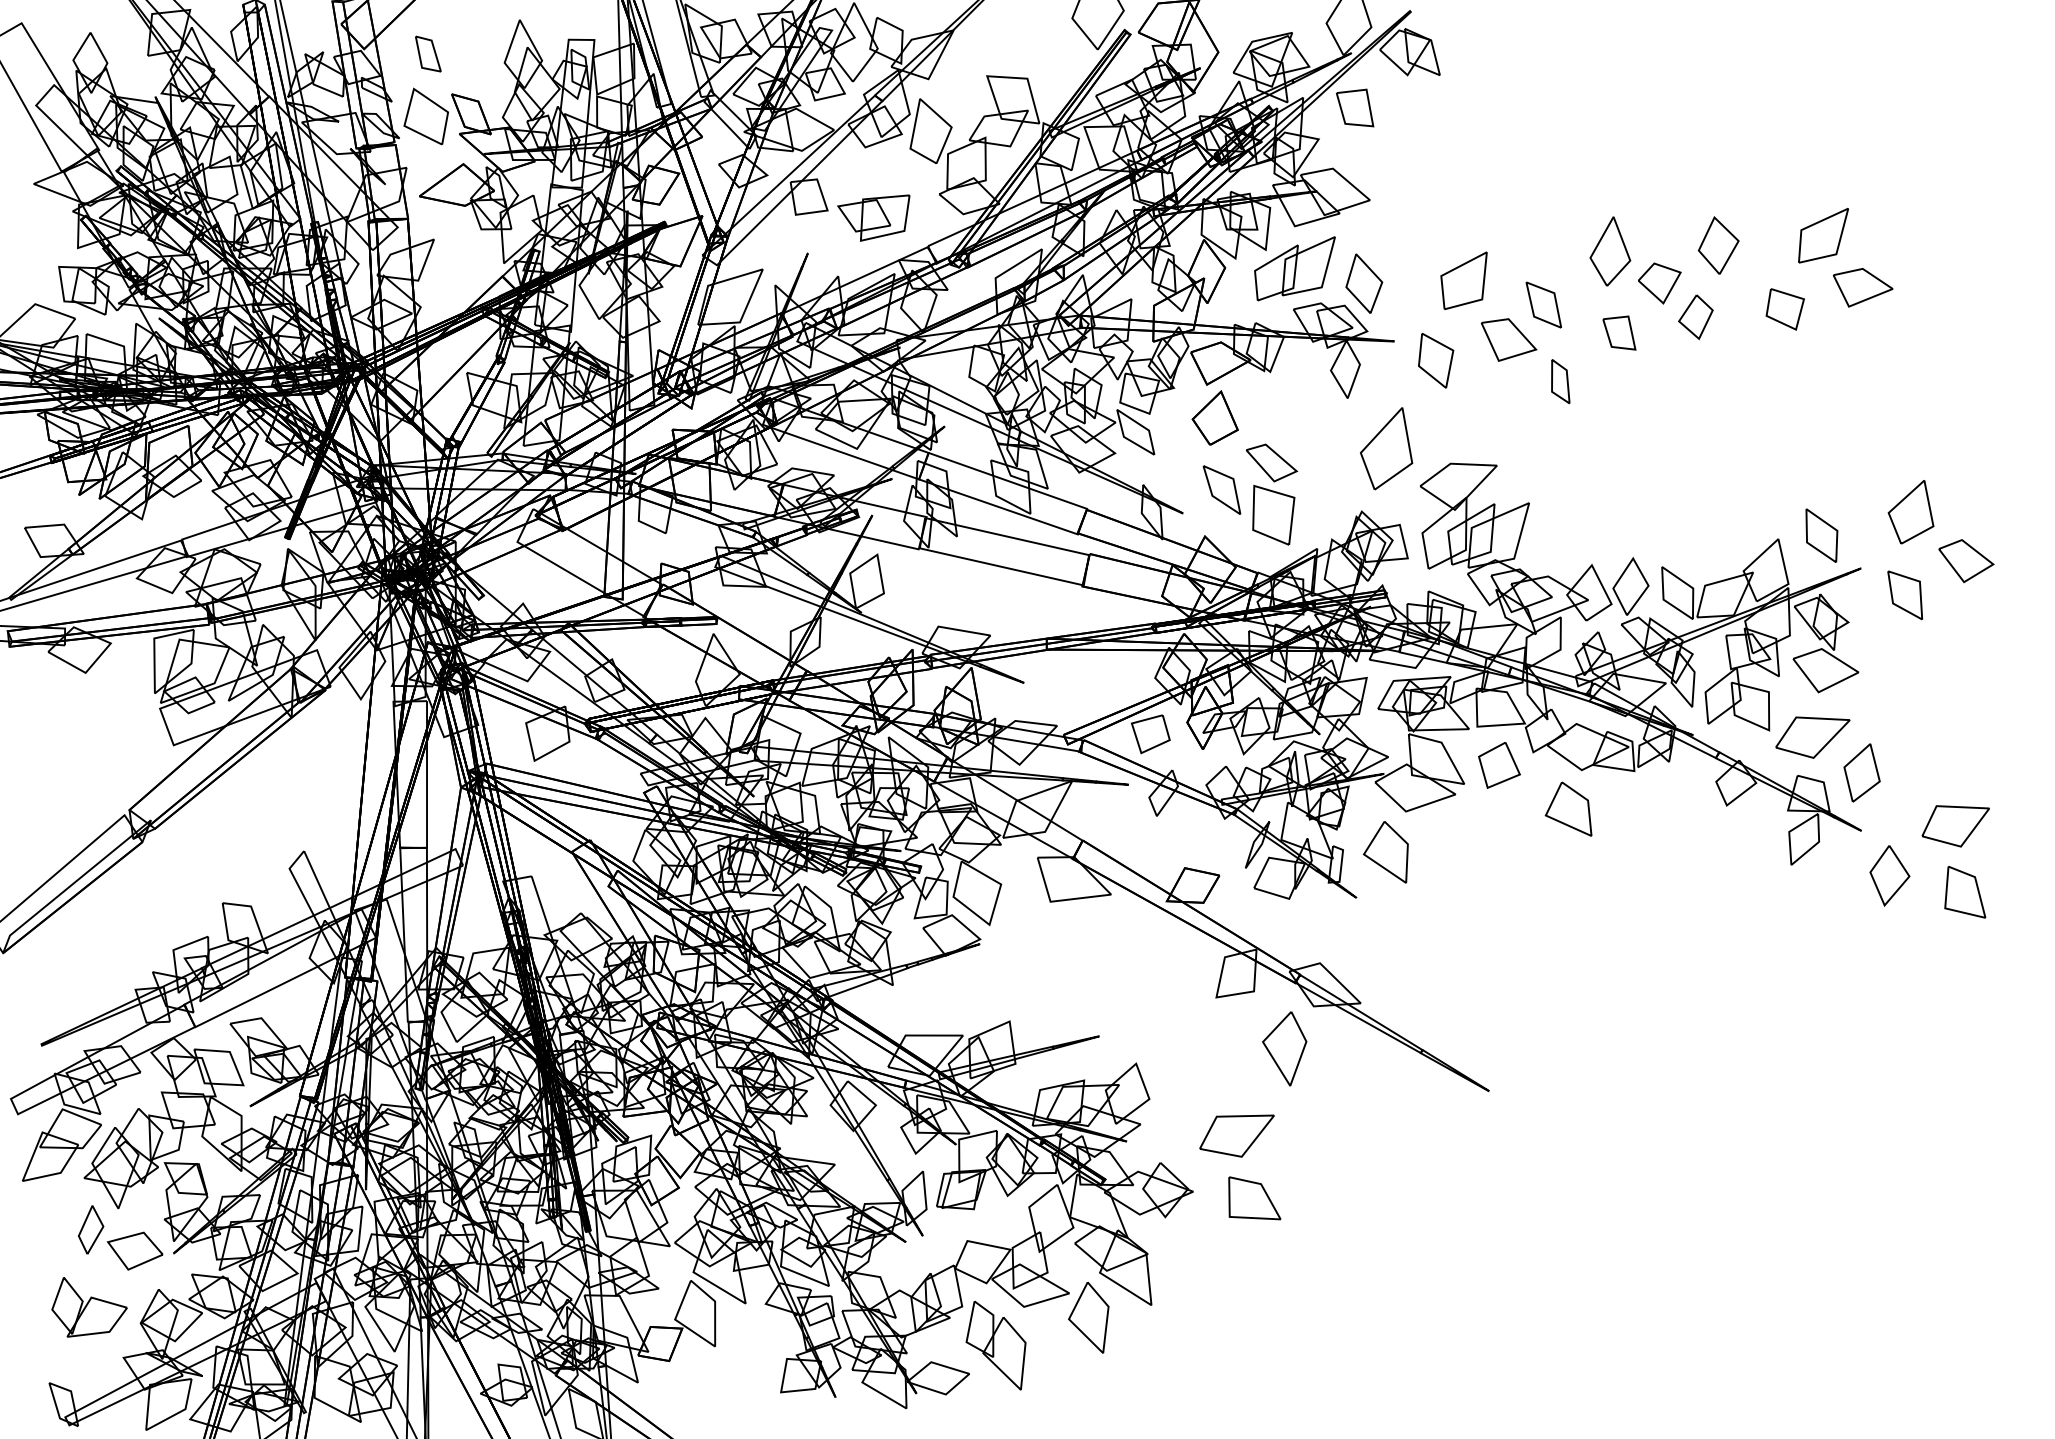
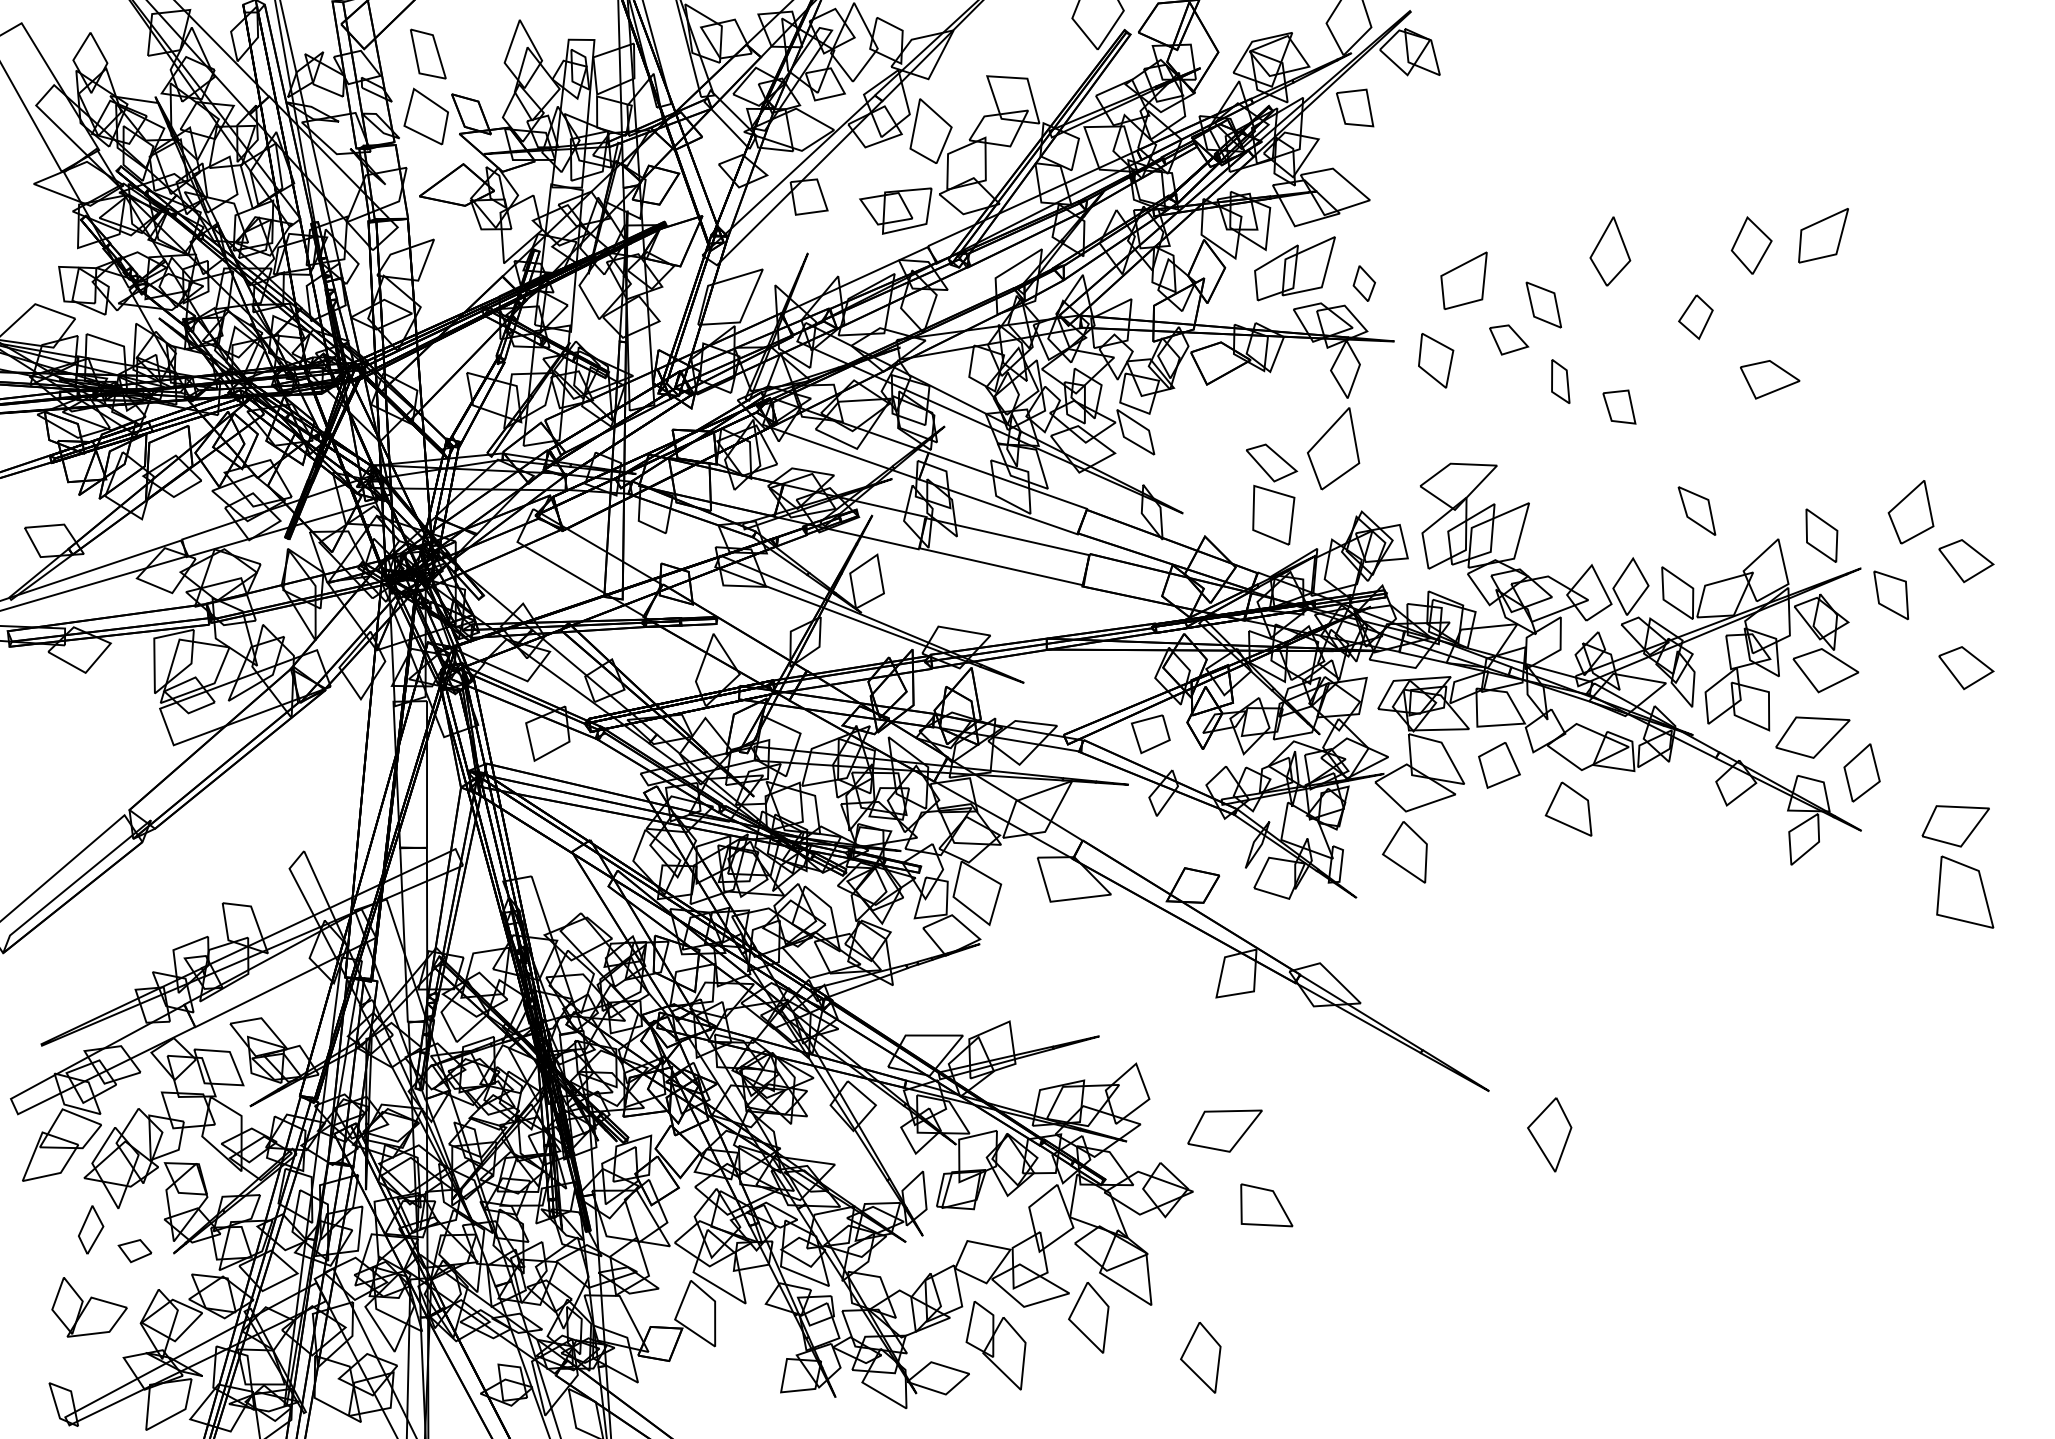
part at (428, 53) size: 27x38 px -> 37x52 px
part at (873, 217) position: (873, 217) -> (895, 210)
part at (1718, 245) position: (1718, 245) -> (1751, 245)
part at (1364, 283) size: 39x61 px -> 25x37 px
part at (1659, 283): present -> none
part at (1863, 287) position: (1863, 287) -> (1770, 379)
part at (1784, 309): present -> none
part at (1619, 332) position: (1619, 332) -> (1619, 406)
part at (1508, 339) size: 58x44 px -> 41x32 px
part at (1214, 417): present -> none
part at (1386, 448) position: (1386, 448) -> (1333, 448)
part at (1221, 489) position: (1221, 489) -> (1696, 510)
part at (1905, 595) position: (1905, 595) -> (1891, 595)
part at (1966, 668): none -> present
part at (1385, 852) position: (1385, 852) -> (1404, 852)
part at (1889, 875): present -> none
part at (1965, 892) size: 43x53 px -> 59x74 px
part at (1284, 1048) position: (1284, 1048) -> (1549, 1134)
part at (1236, 1135) position: (1236, 1135) -> (1224, 1130)
part at (1254, 1198) position: (1254, 1198) -> (1266, 1205)
part at (134, 1250) size: 58x40 px -> 36x25 px
part at (1200, 1357): none -> present
